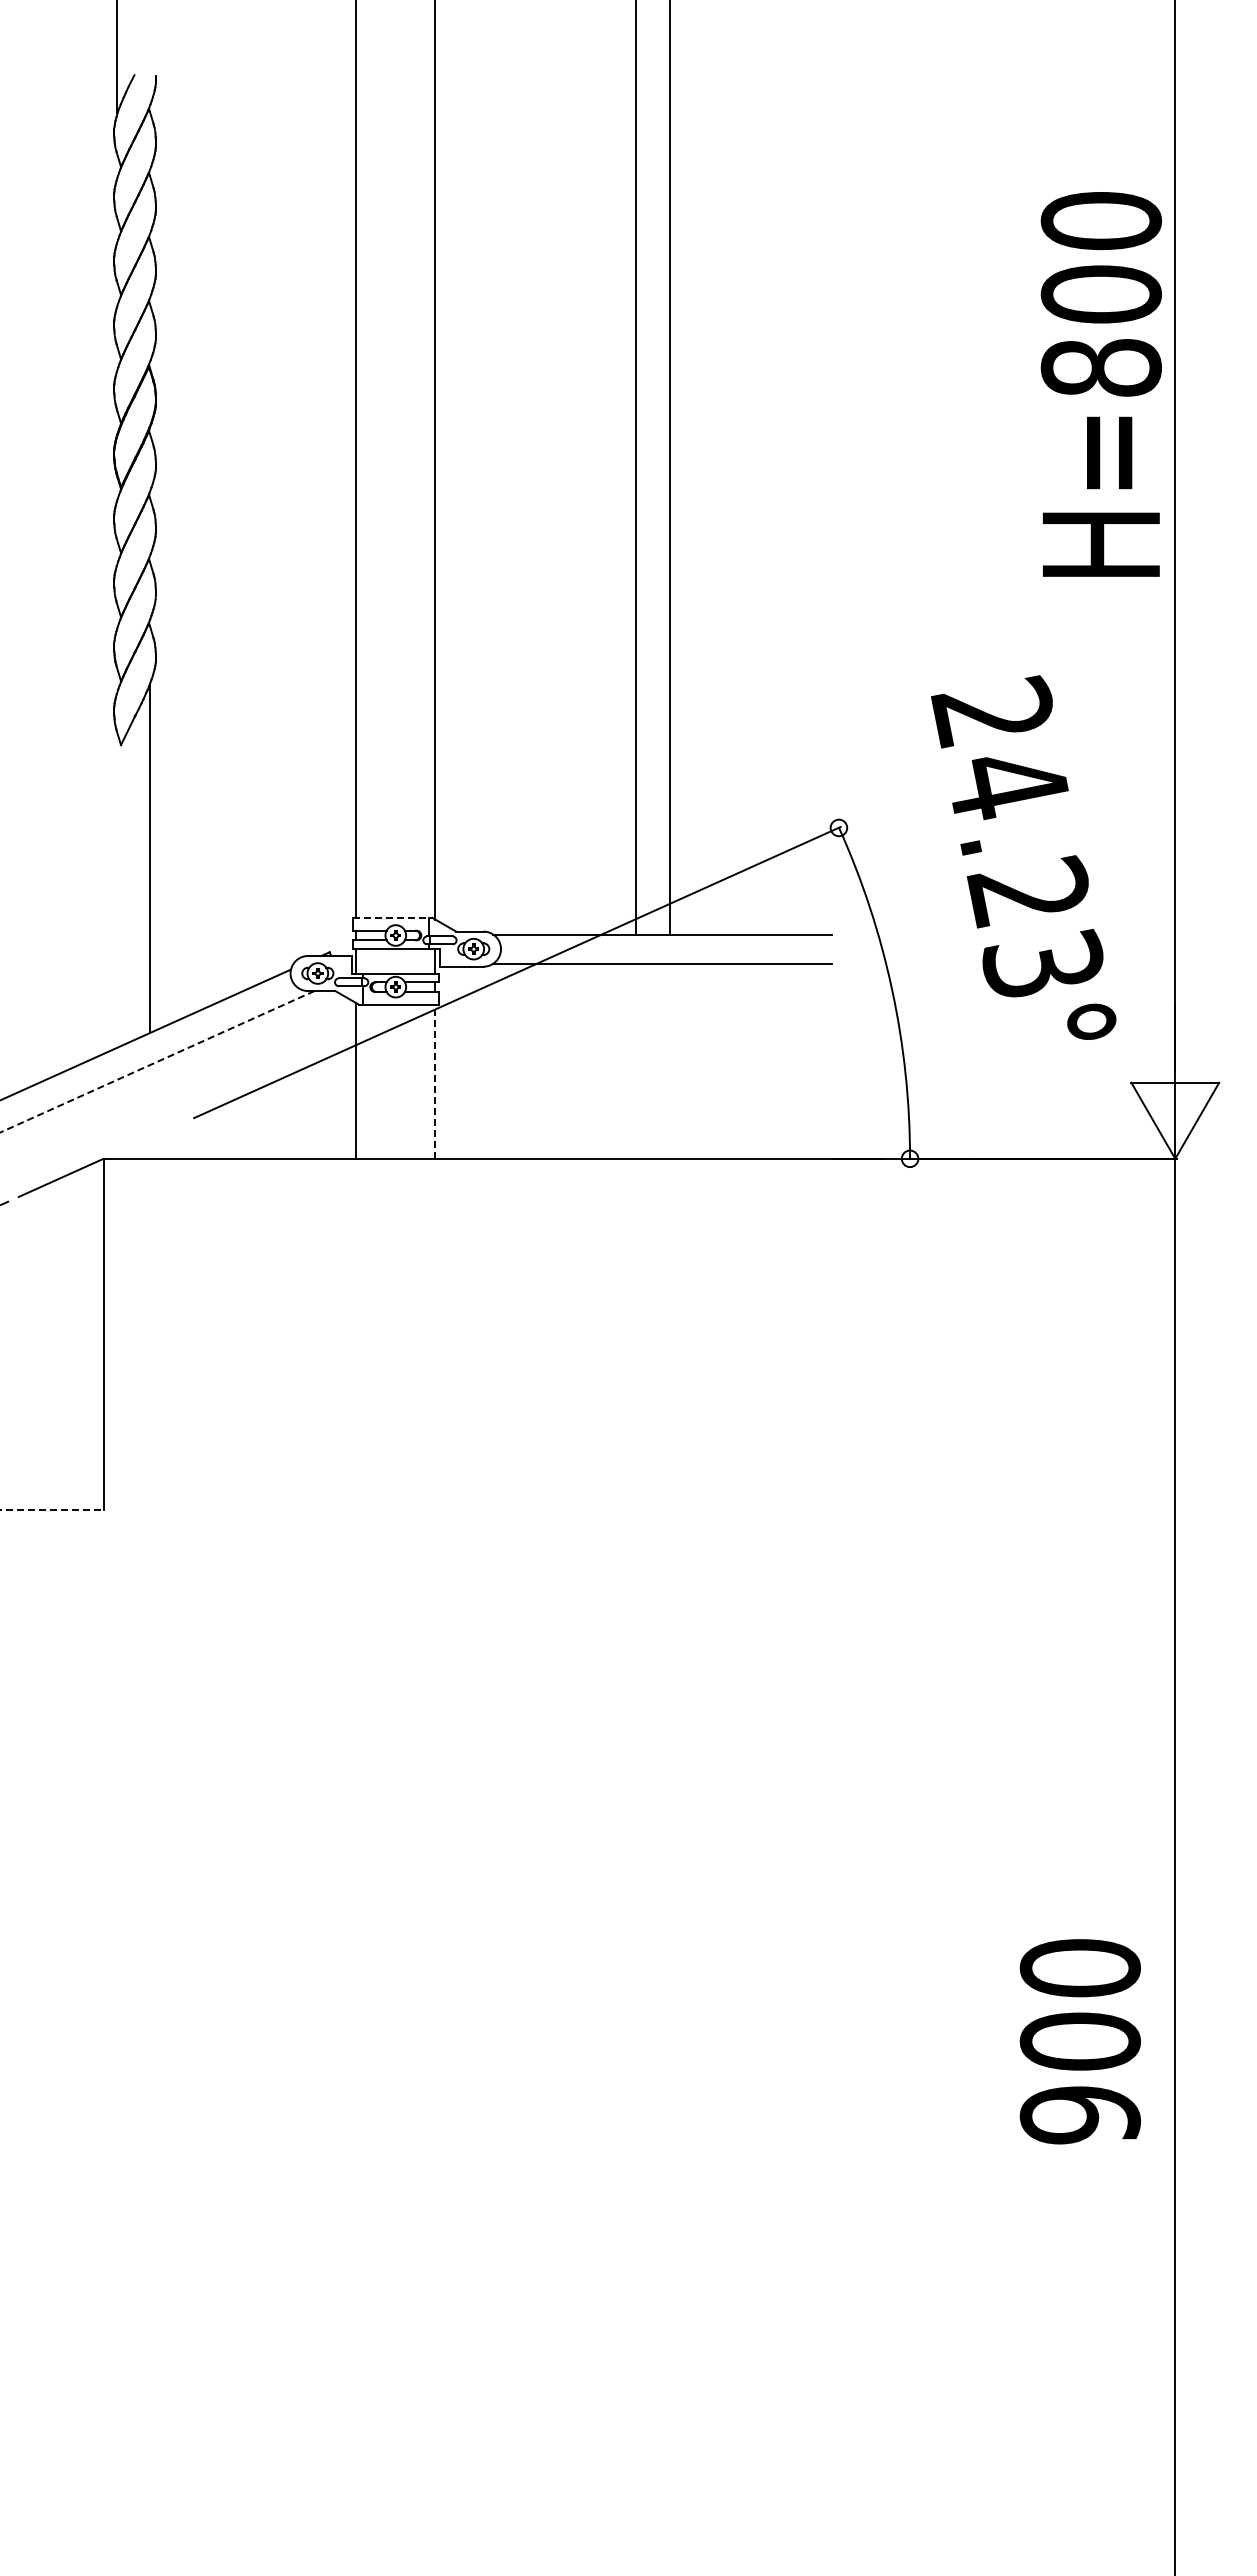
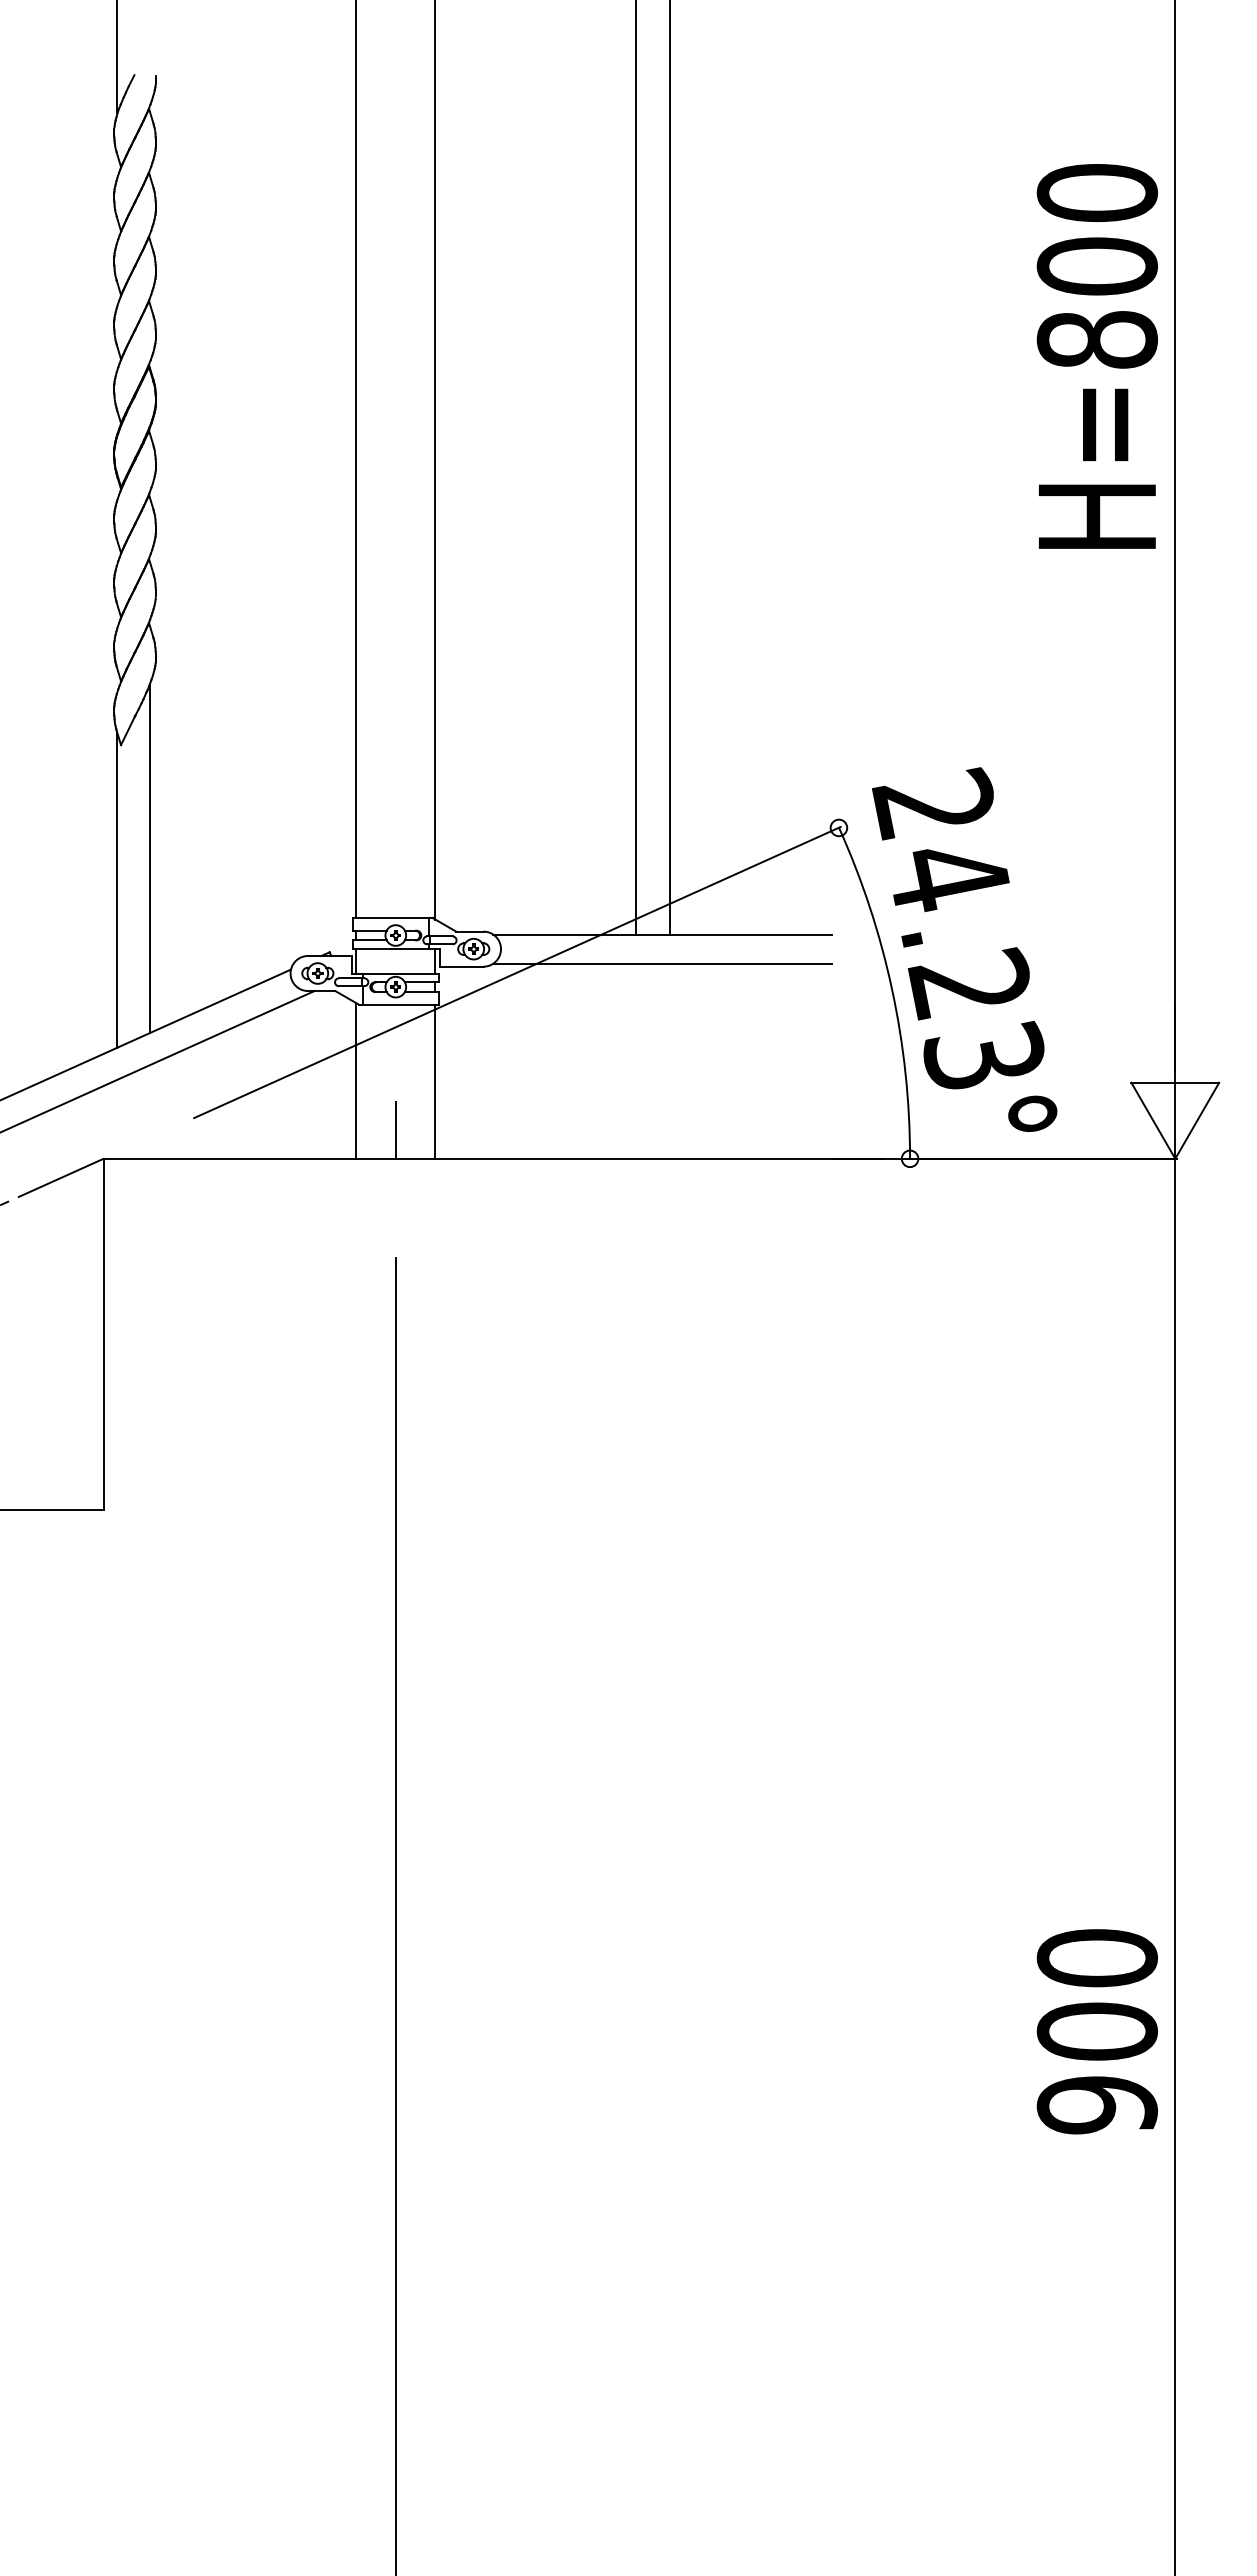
text at (1100, 384) position: (1100, 384) -> (1096, 356)
text at (1023, 857) position: (1023, 857) -> (964, 949)
line at (117, 889): none -> present
line at (392, 917): dashed -> solid
line at (156, 1062): dashed -> solid
line at (435, 1081): dashed -> solid
line at (395, 1129): none -> present
line at (52, 1509): dashed -> solid
line at (395, 1915): none -> present
text at (1079, 2041) position: (1079, 2041) -> (1096, 2031)
